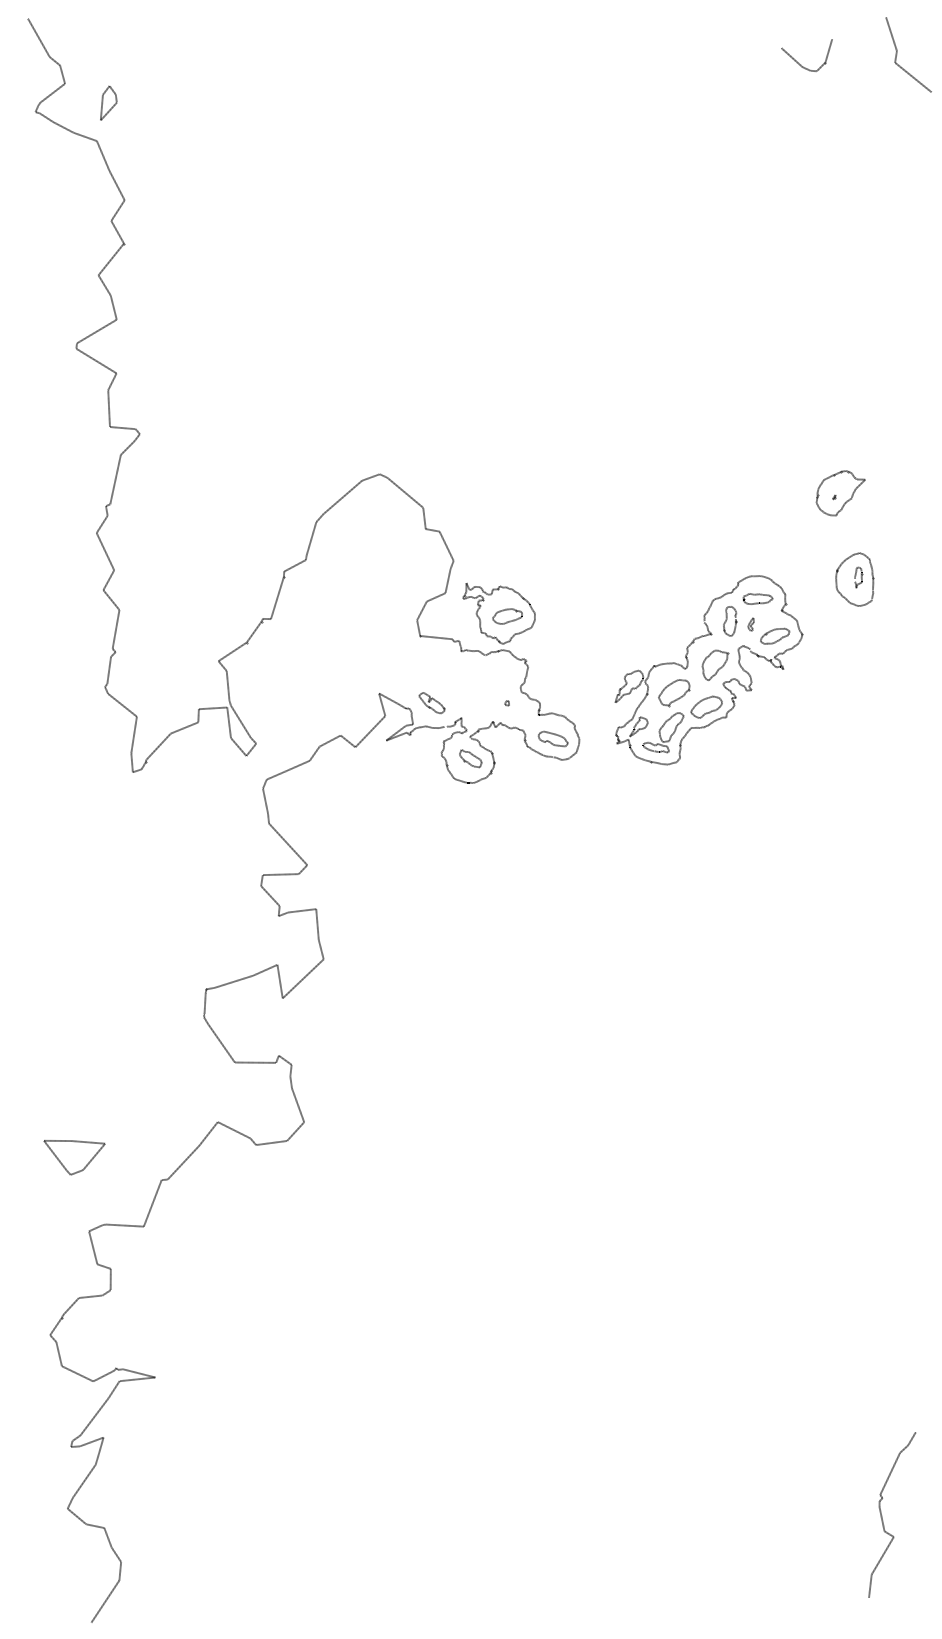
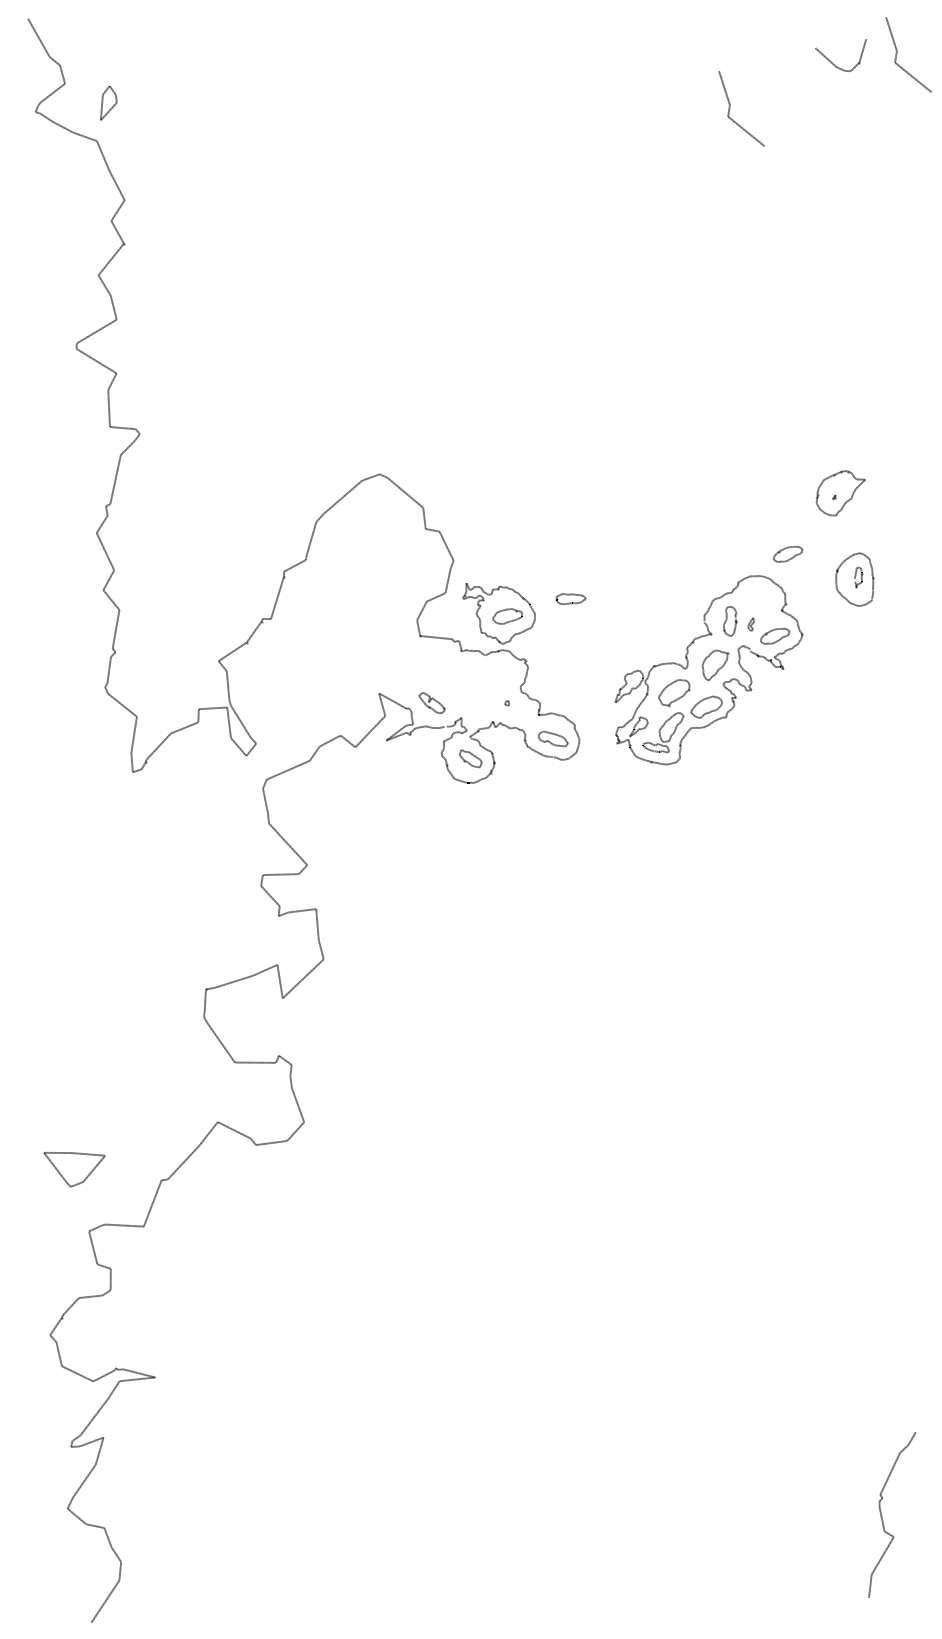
curve at (801, 64) position: (801, 64) -> (835, 64)
line at (730, 108): none -> present
part at (788, 553): none -> present
part at (757, 598) position: (757, 598) -> (570, 598)
part at (74, 1157) position: (74, 1157) -> (74, 1169)
